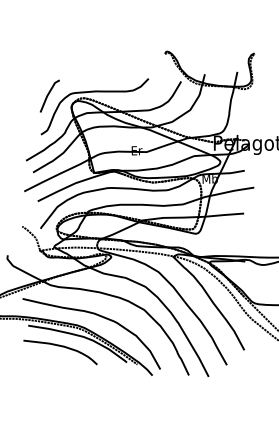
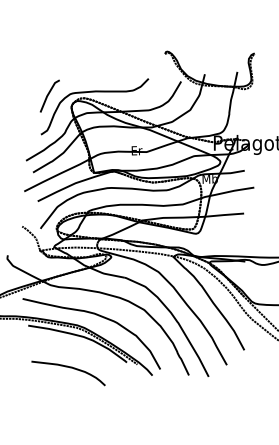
curve at (62, 347) position: (62, 347) -> (70, 368)
